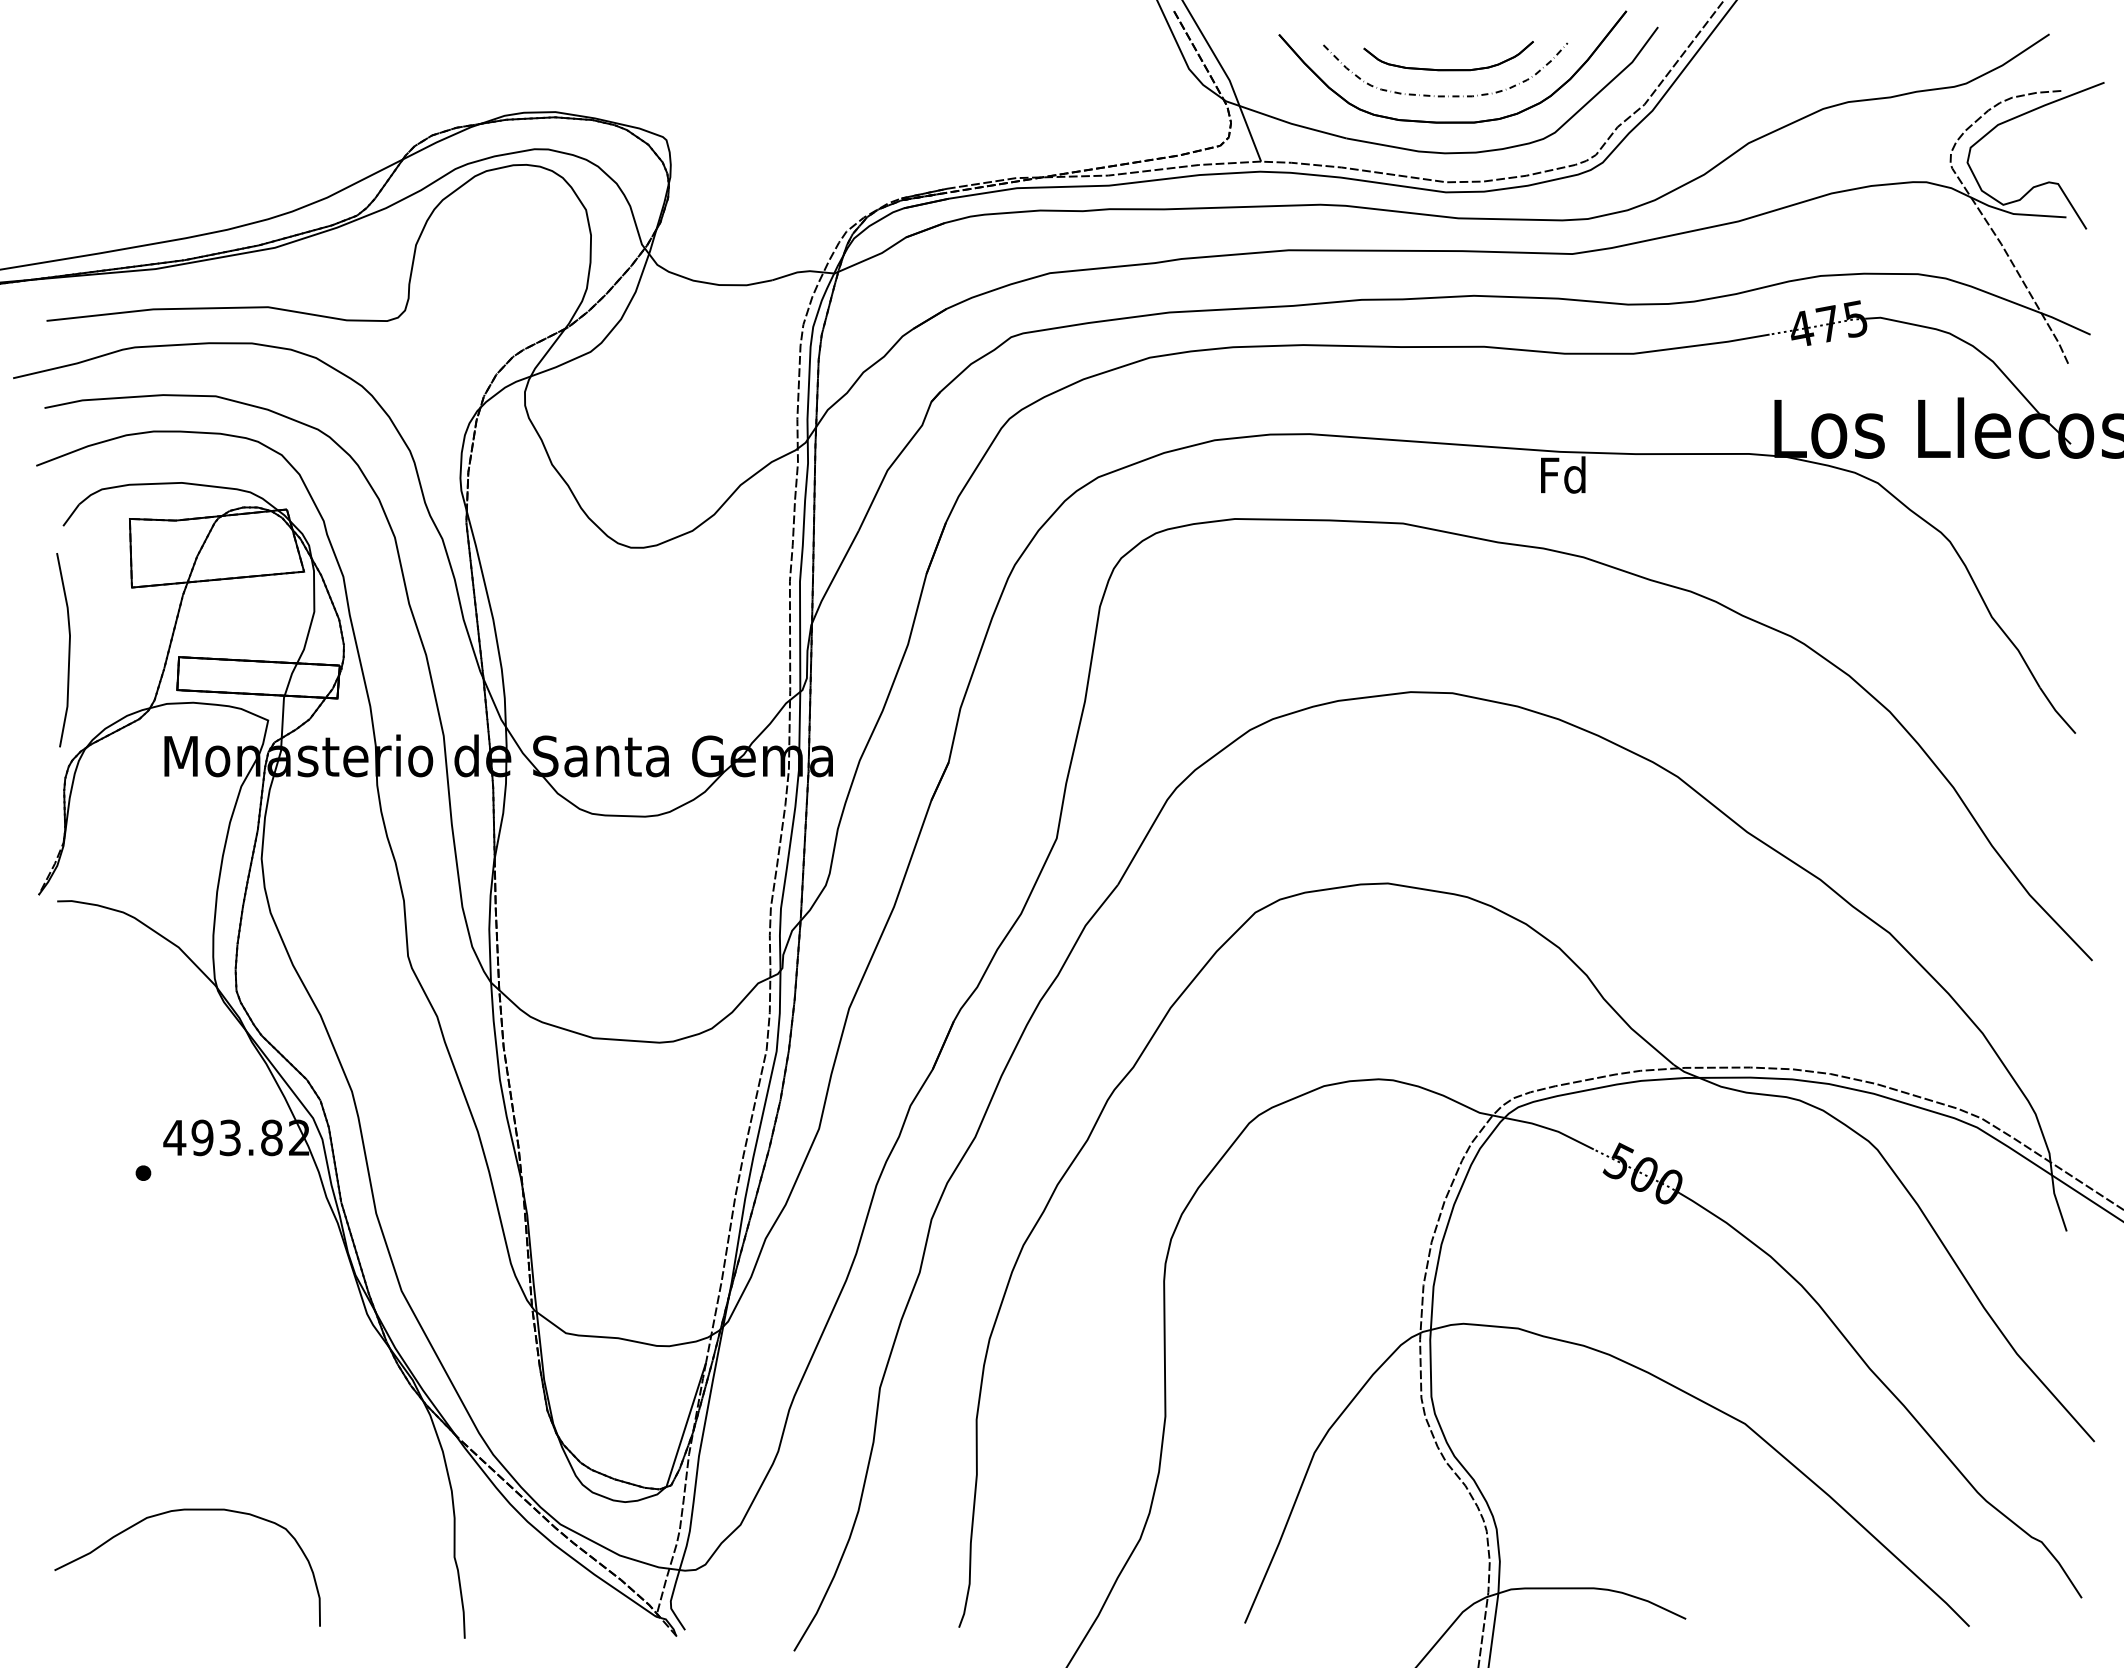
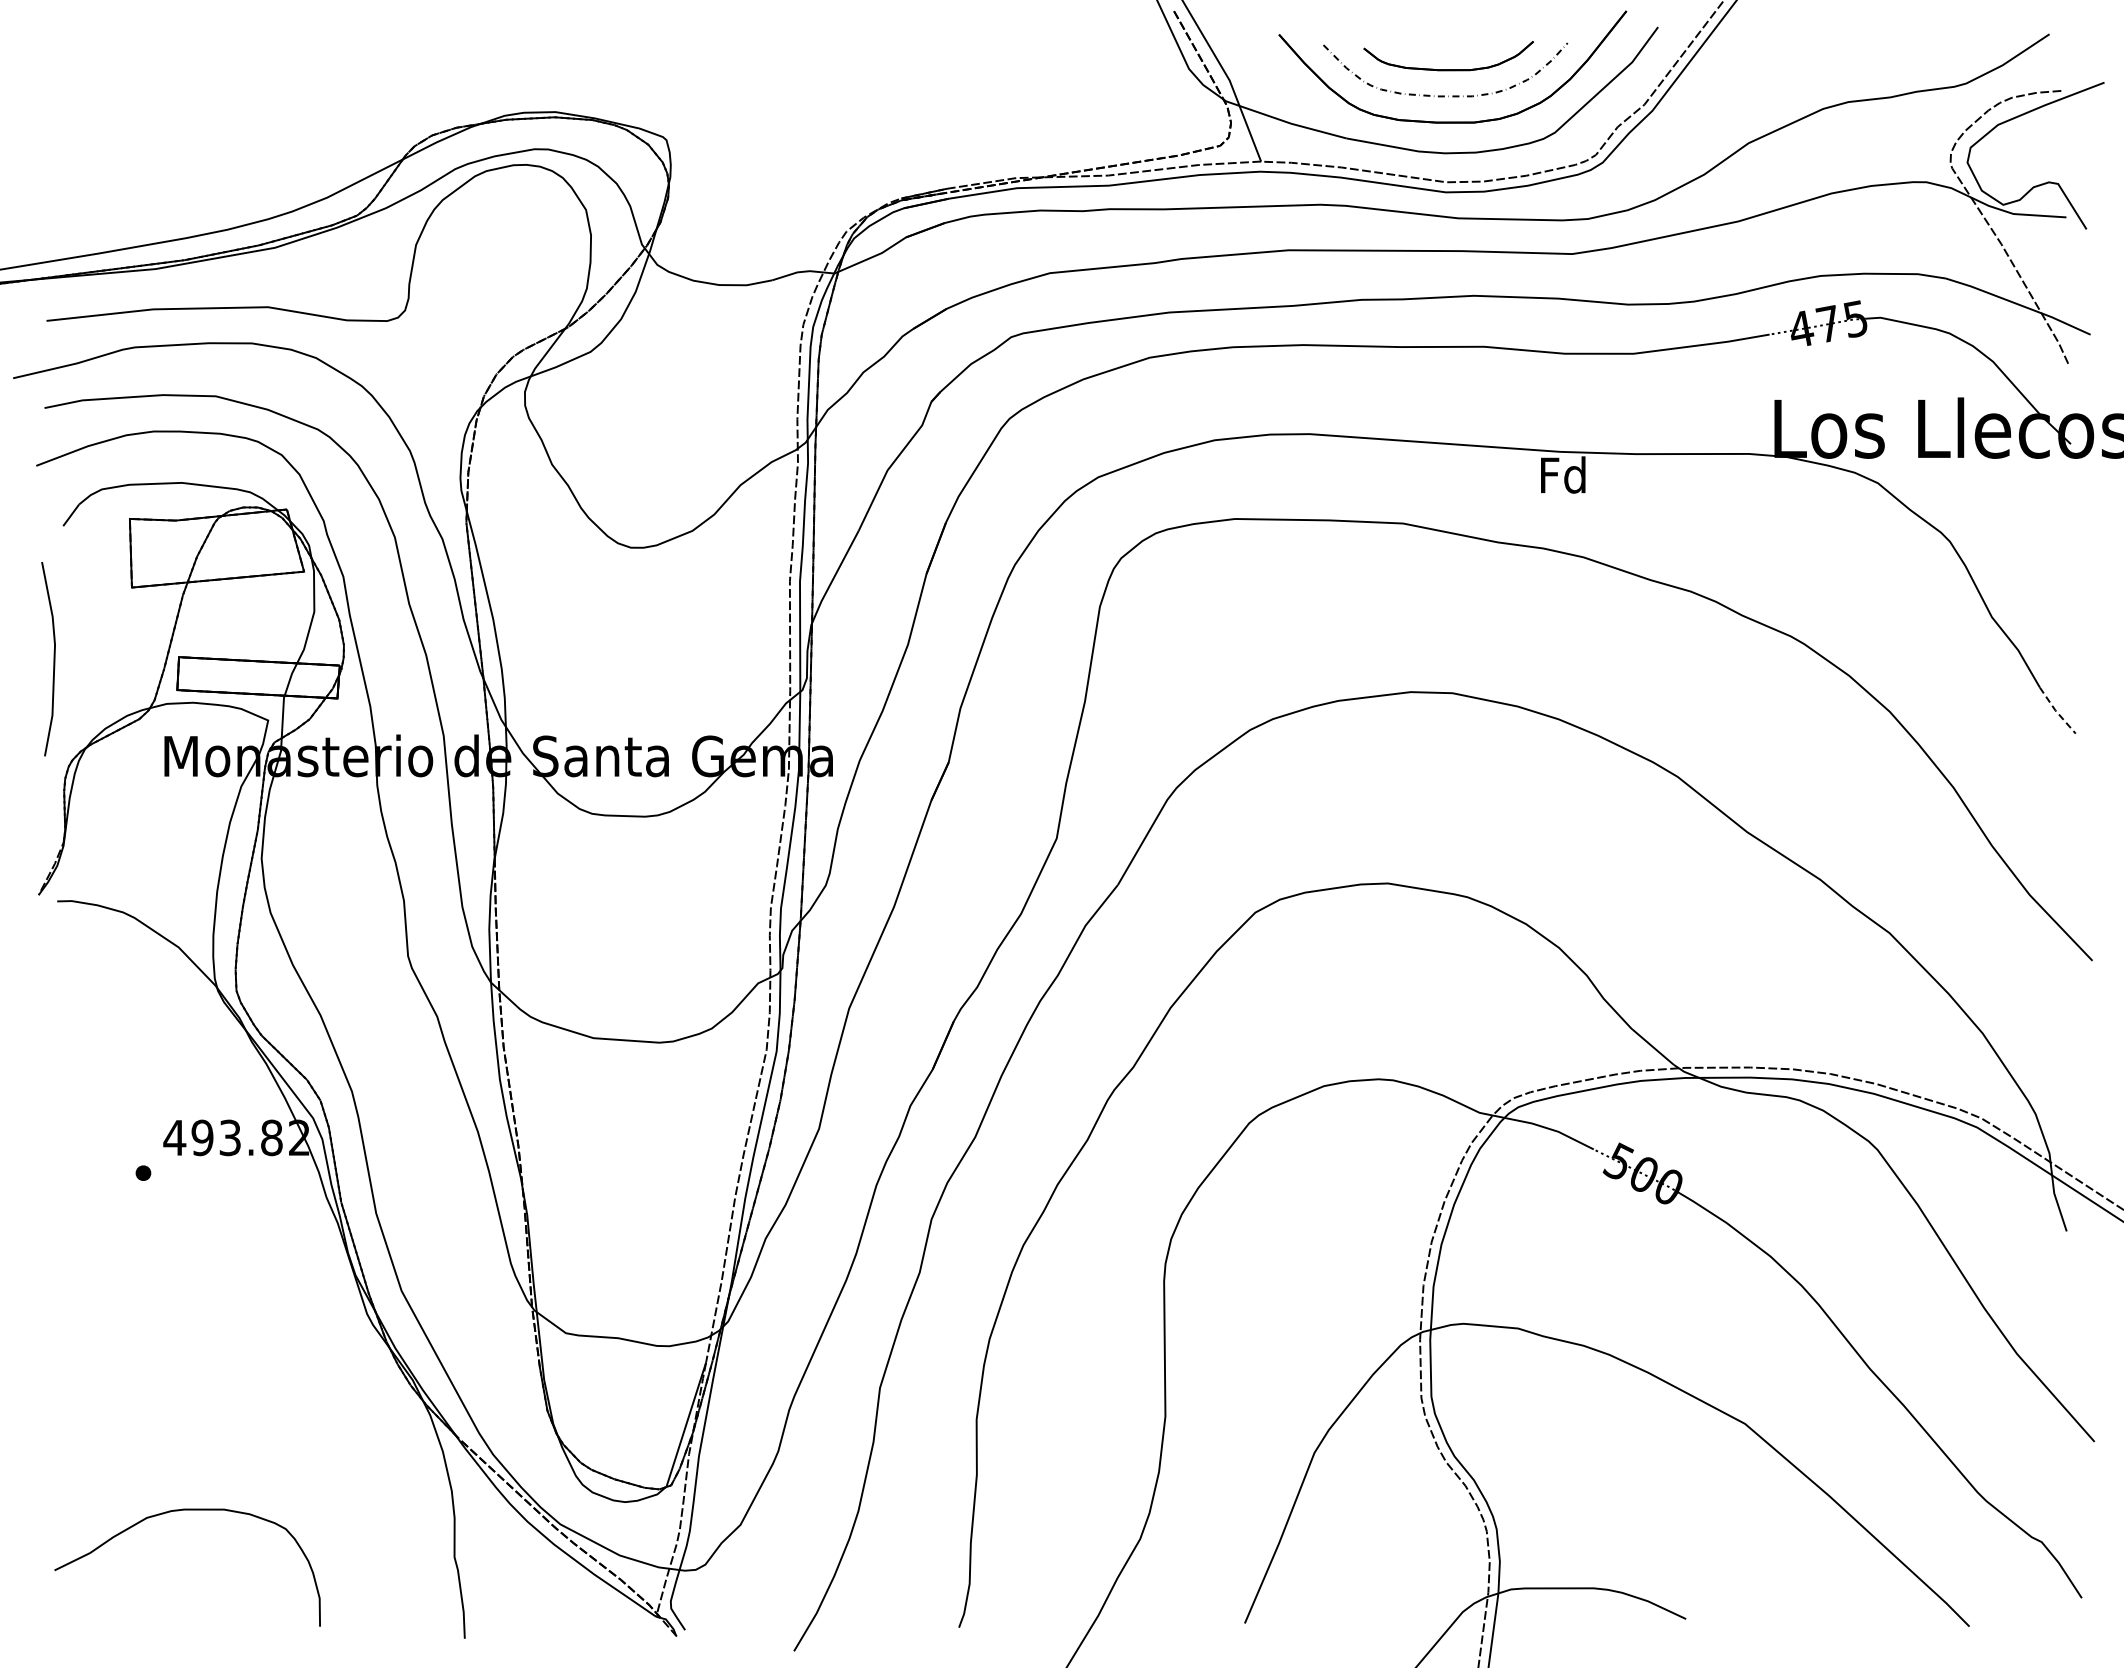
line at (68, 650) position: (68, 650) -> (53, 659)
line at (2056, 711): solid -> dashed
